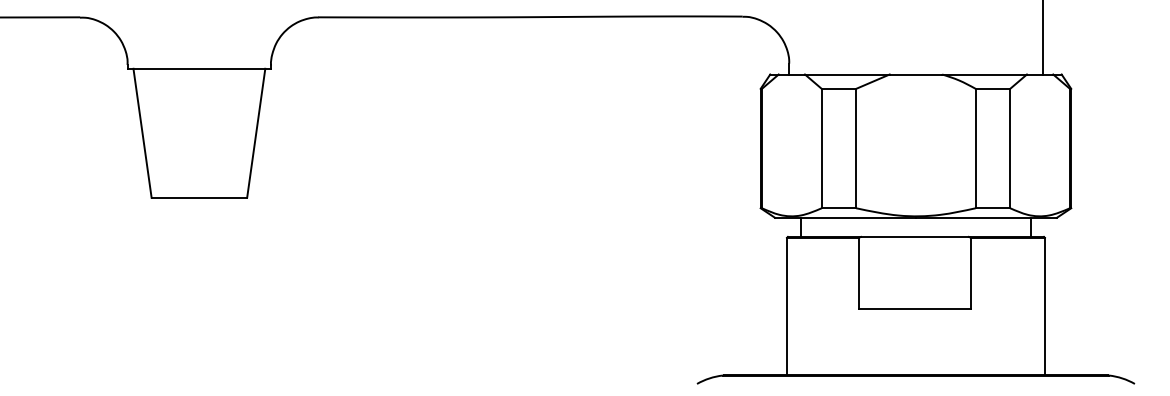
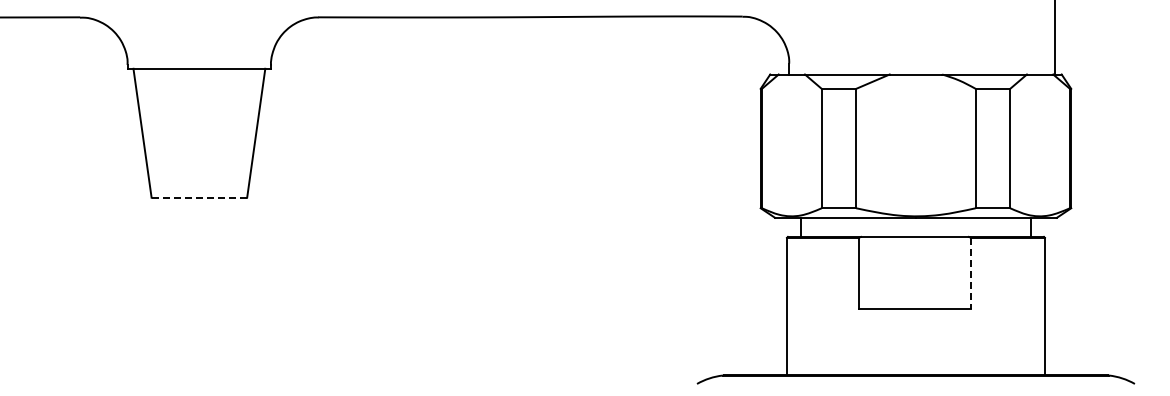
line at (1042, 38) position: (1042, 38) -> (1054, 38)
line at (199, 197): solid -> dashed
line at (971, 273): solid -> dashed
